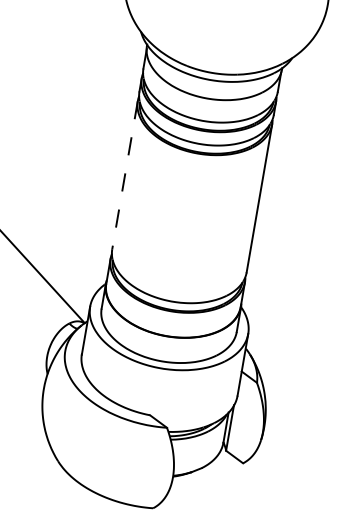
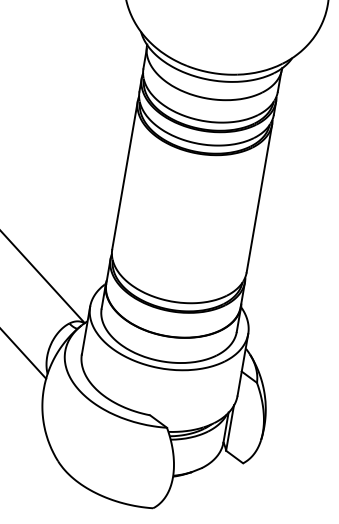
line at (124, 175): dashed -> solid
line at (24, 354): none -> present
